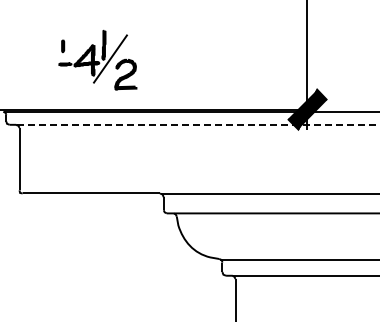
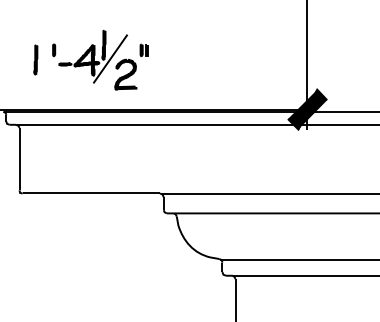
part at (63, 45) position: (63, 45) -> (54, 49)
part at (143, 49): none -> present
part at (35, 59): none -> present
line at (198, 124): dashed -> solid
